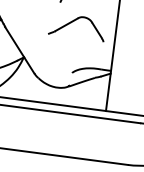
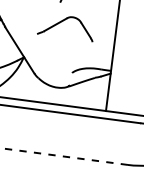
part at (71, 23) position: (71, 23) -> (60, 23)
line at (63, 156): solid -> dashed
